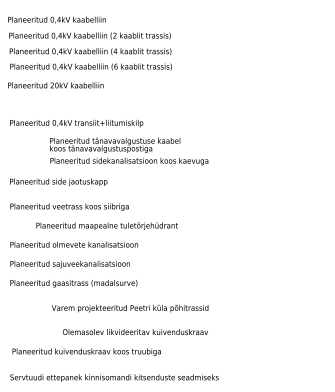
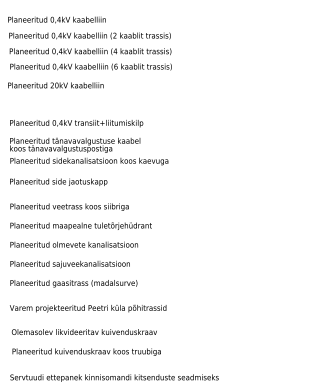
text at (129, 151) position: (129, 151) -> (89, 151)
text at (106, 225) position: (106, 225) -> (80, 225)
text at (130, 308) position: (130, 308) -> (88, 308)
text at (134, 331) position: (134, 331) -> (83, 331)
